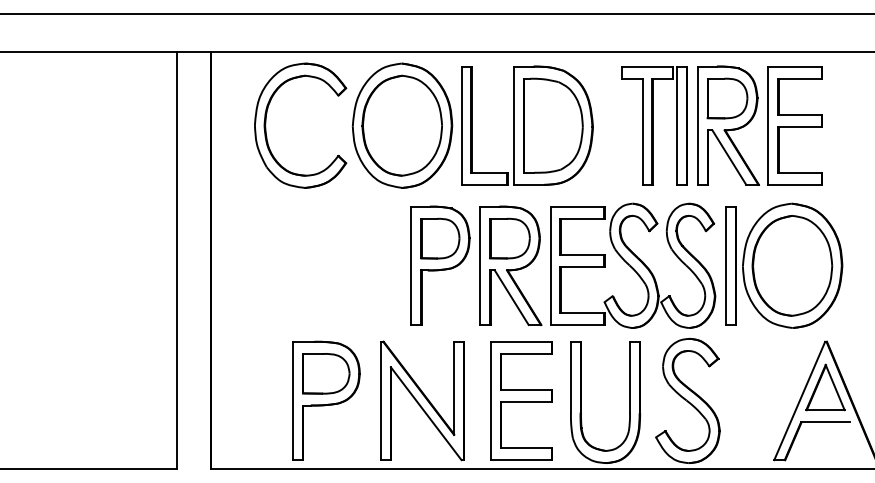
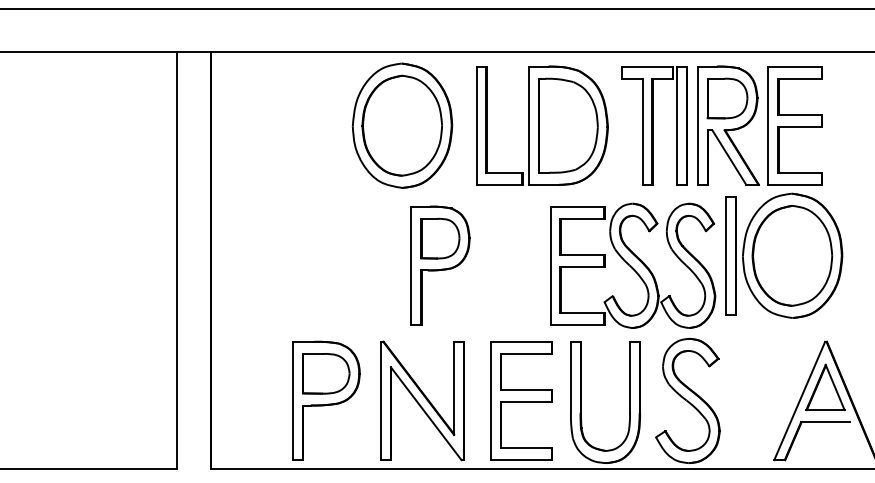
line at (436, 14) position: (436, 14) -> (436, 9)
part at (266, 124): present -> none
part at (527, 125) position: (527, 125) -> (542, 125)
part at (510, 265): present -> none
part at (784, 265) position: (784, 265) -> (784, 255)
